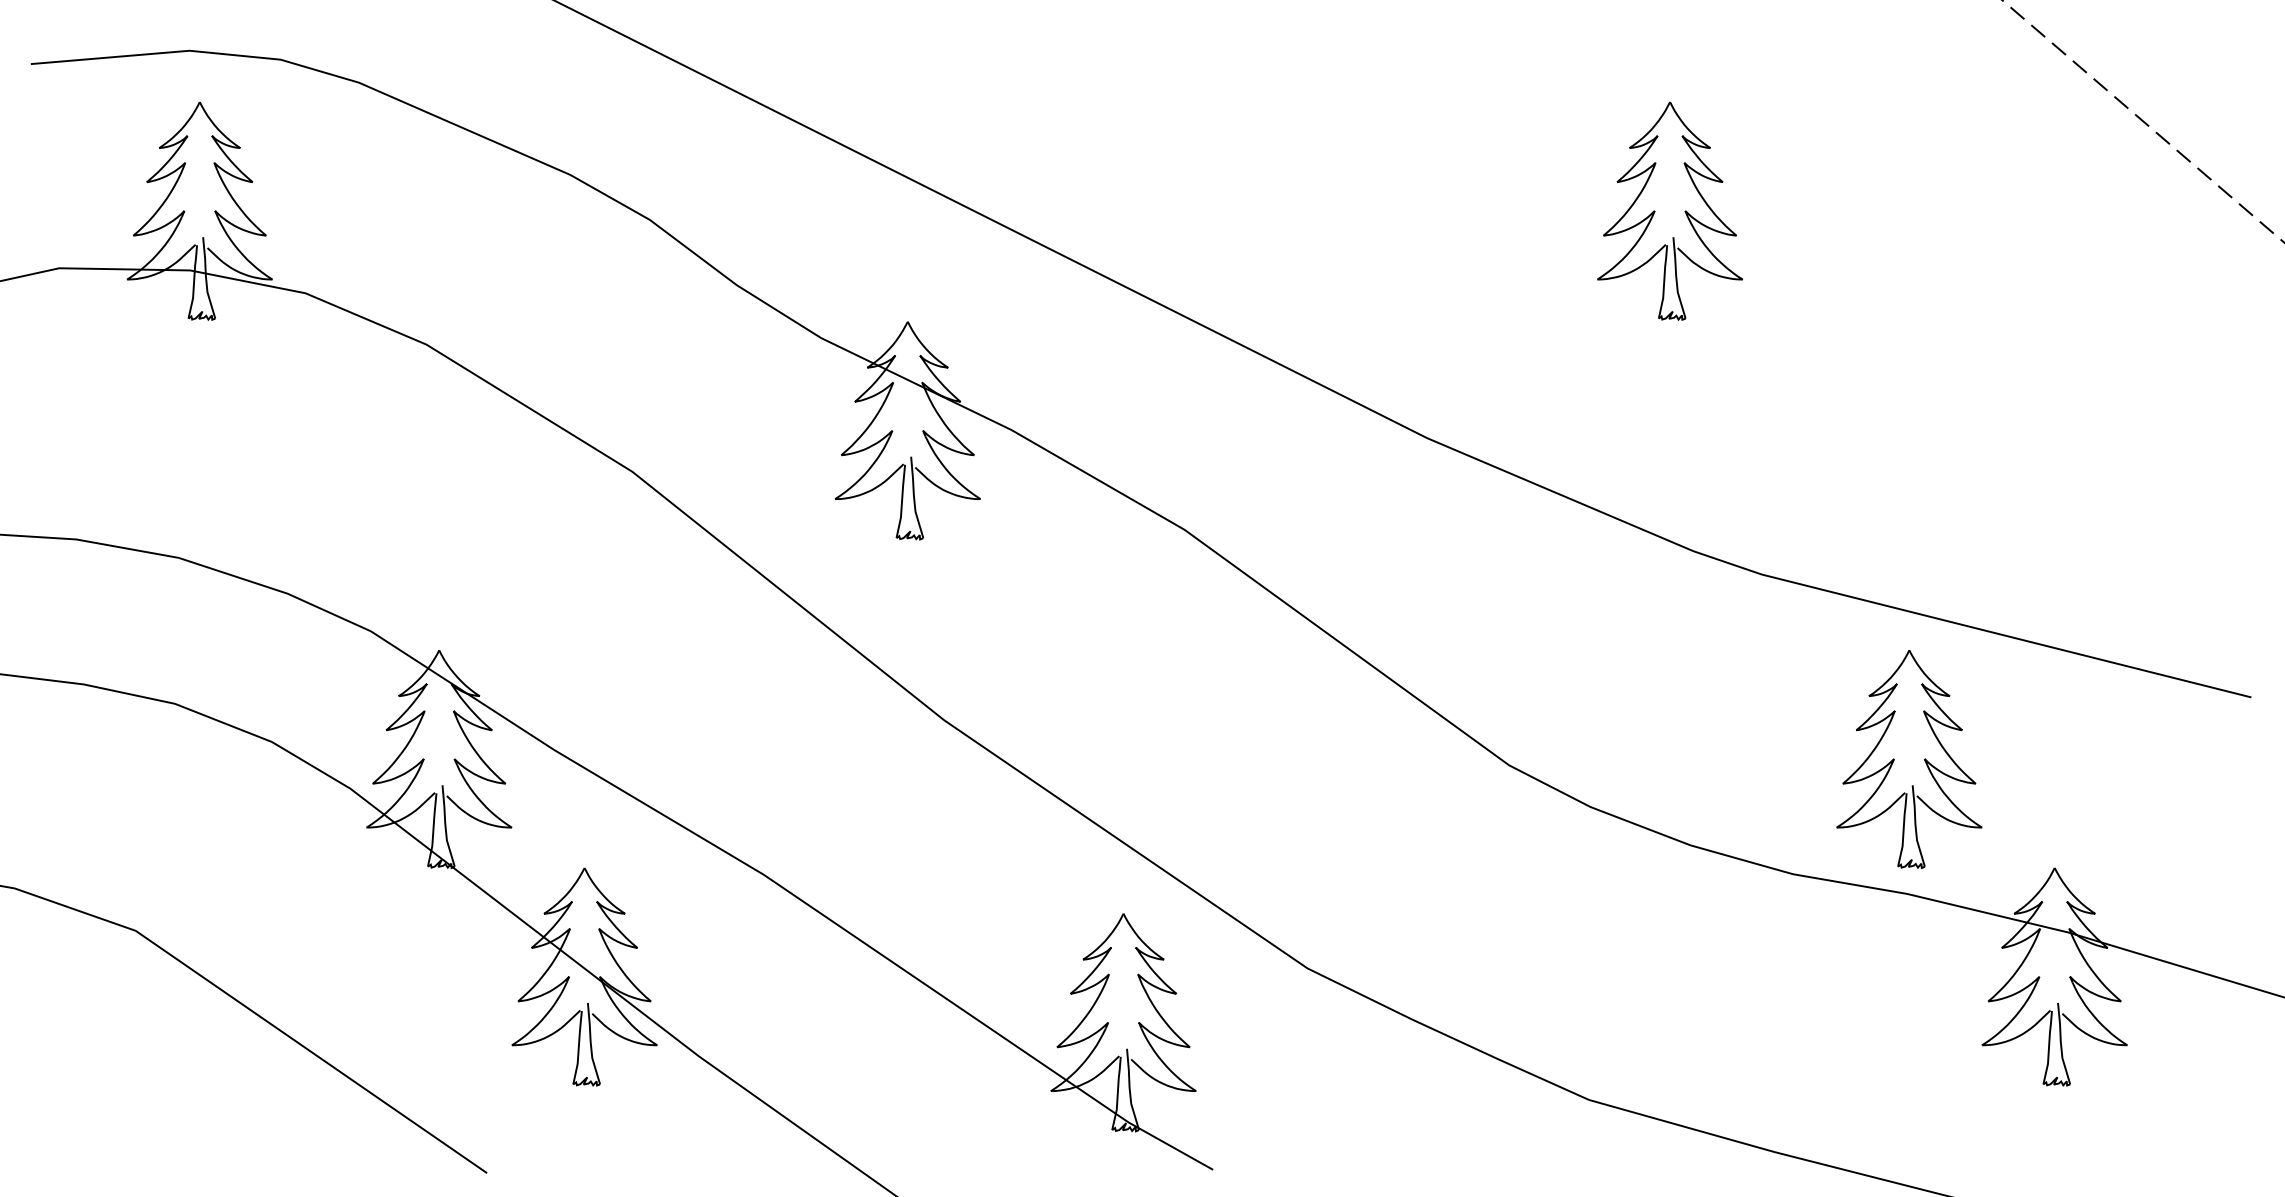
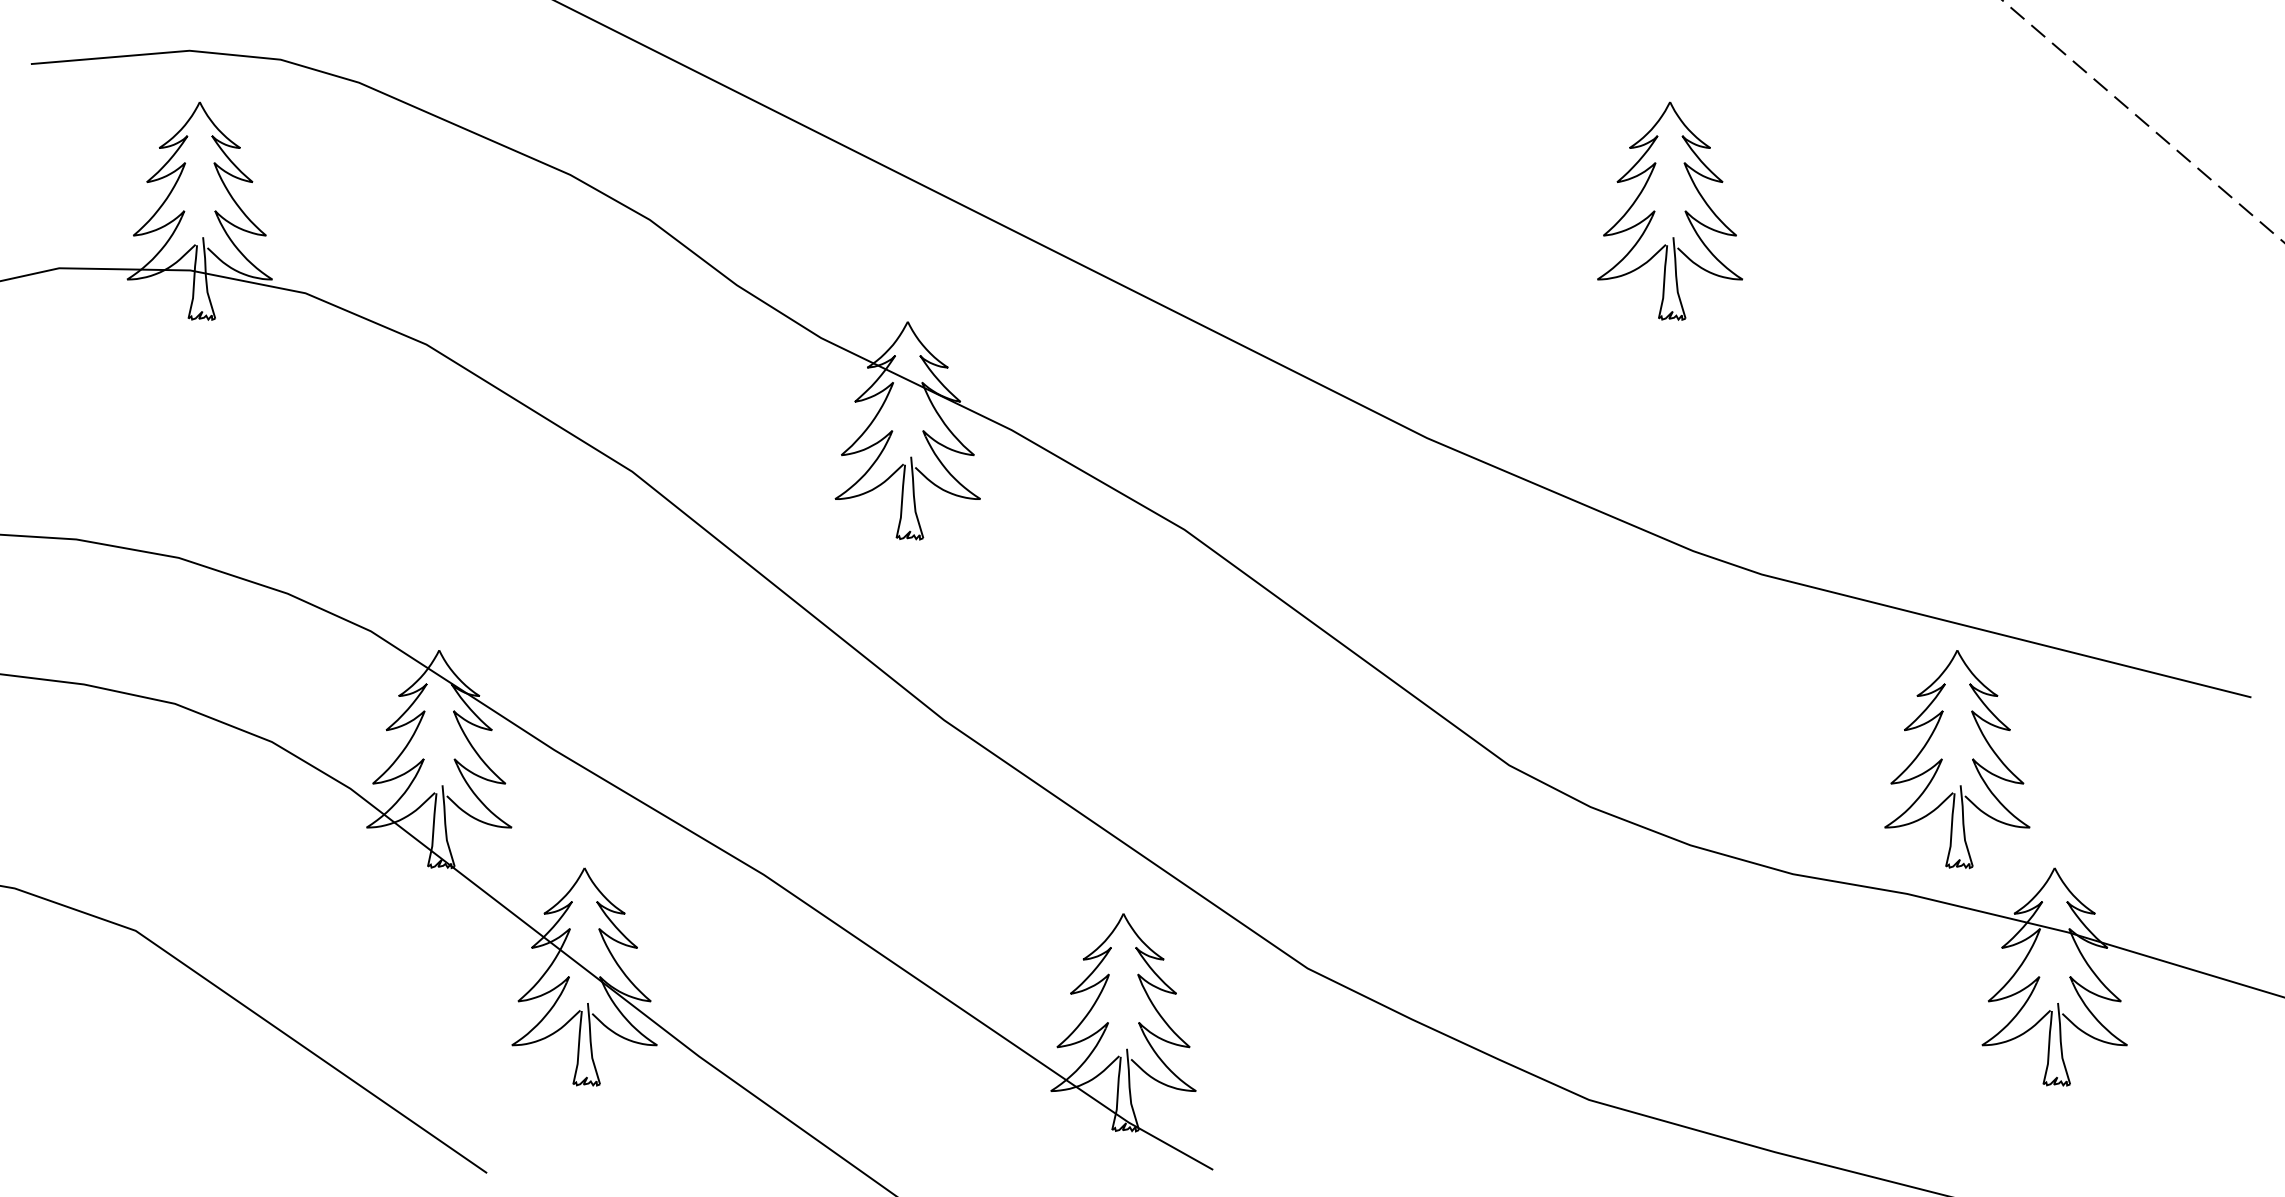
part at (1894, 759) position: (1894, 759) -> (1942, 759)
